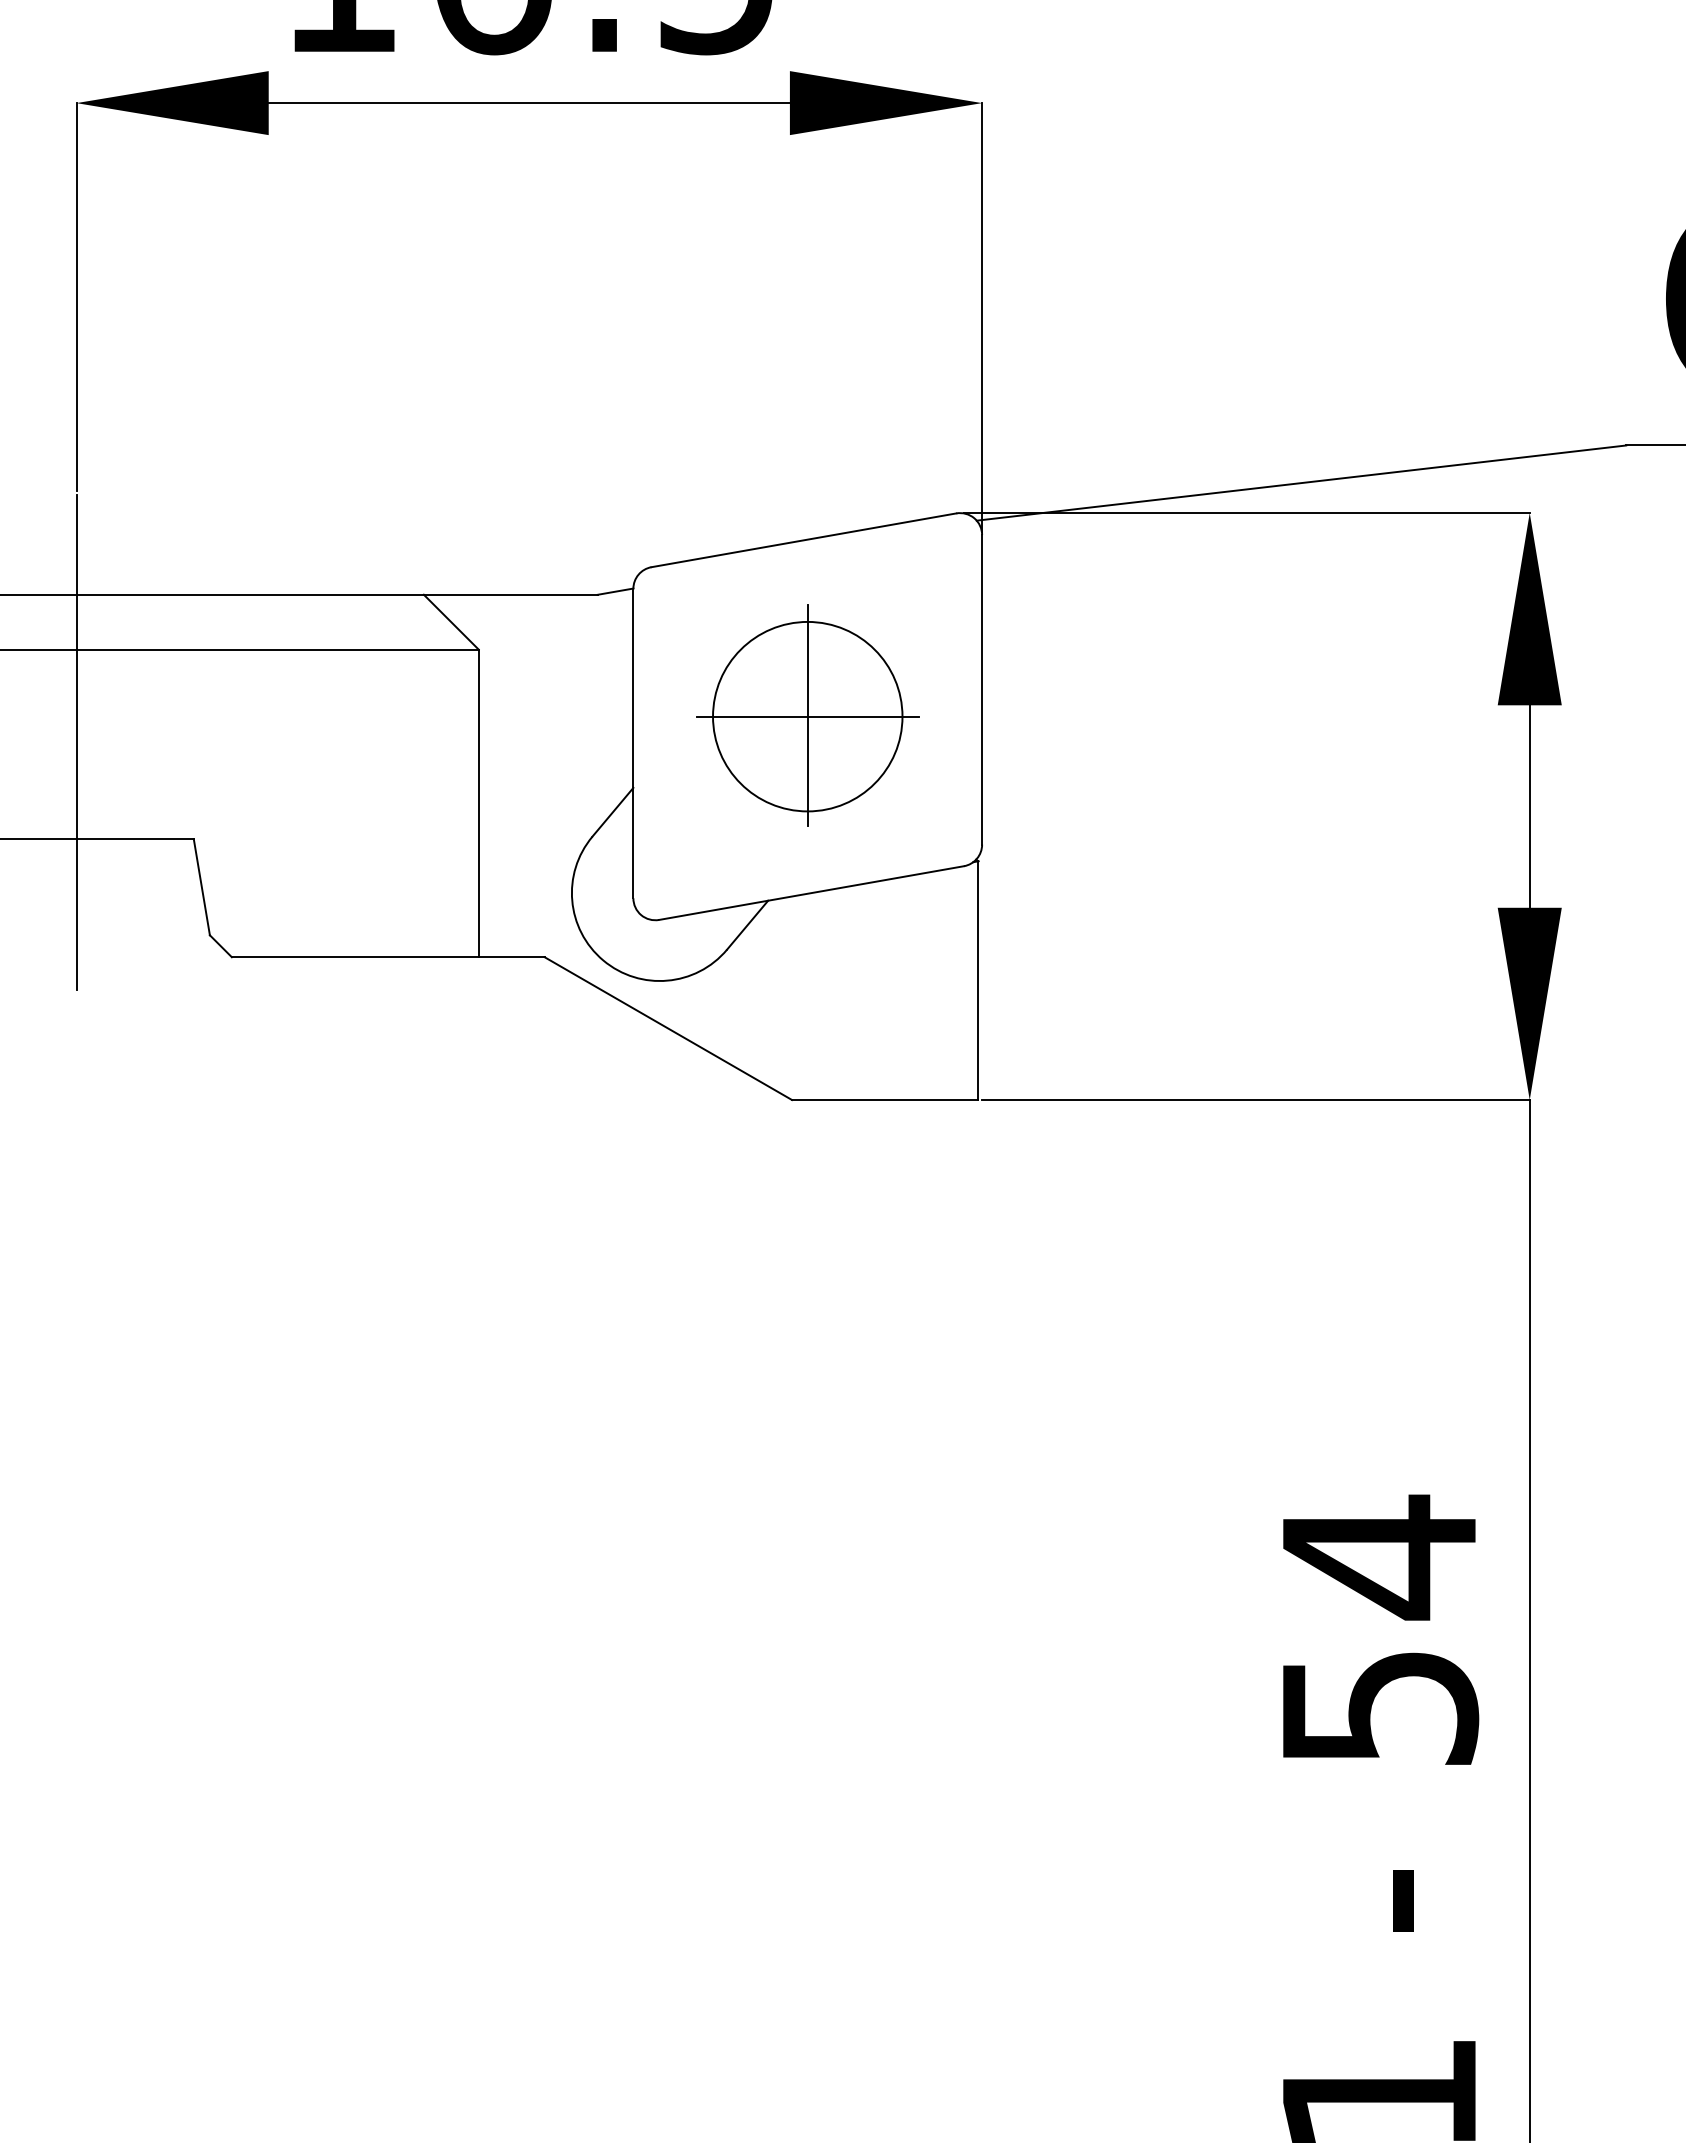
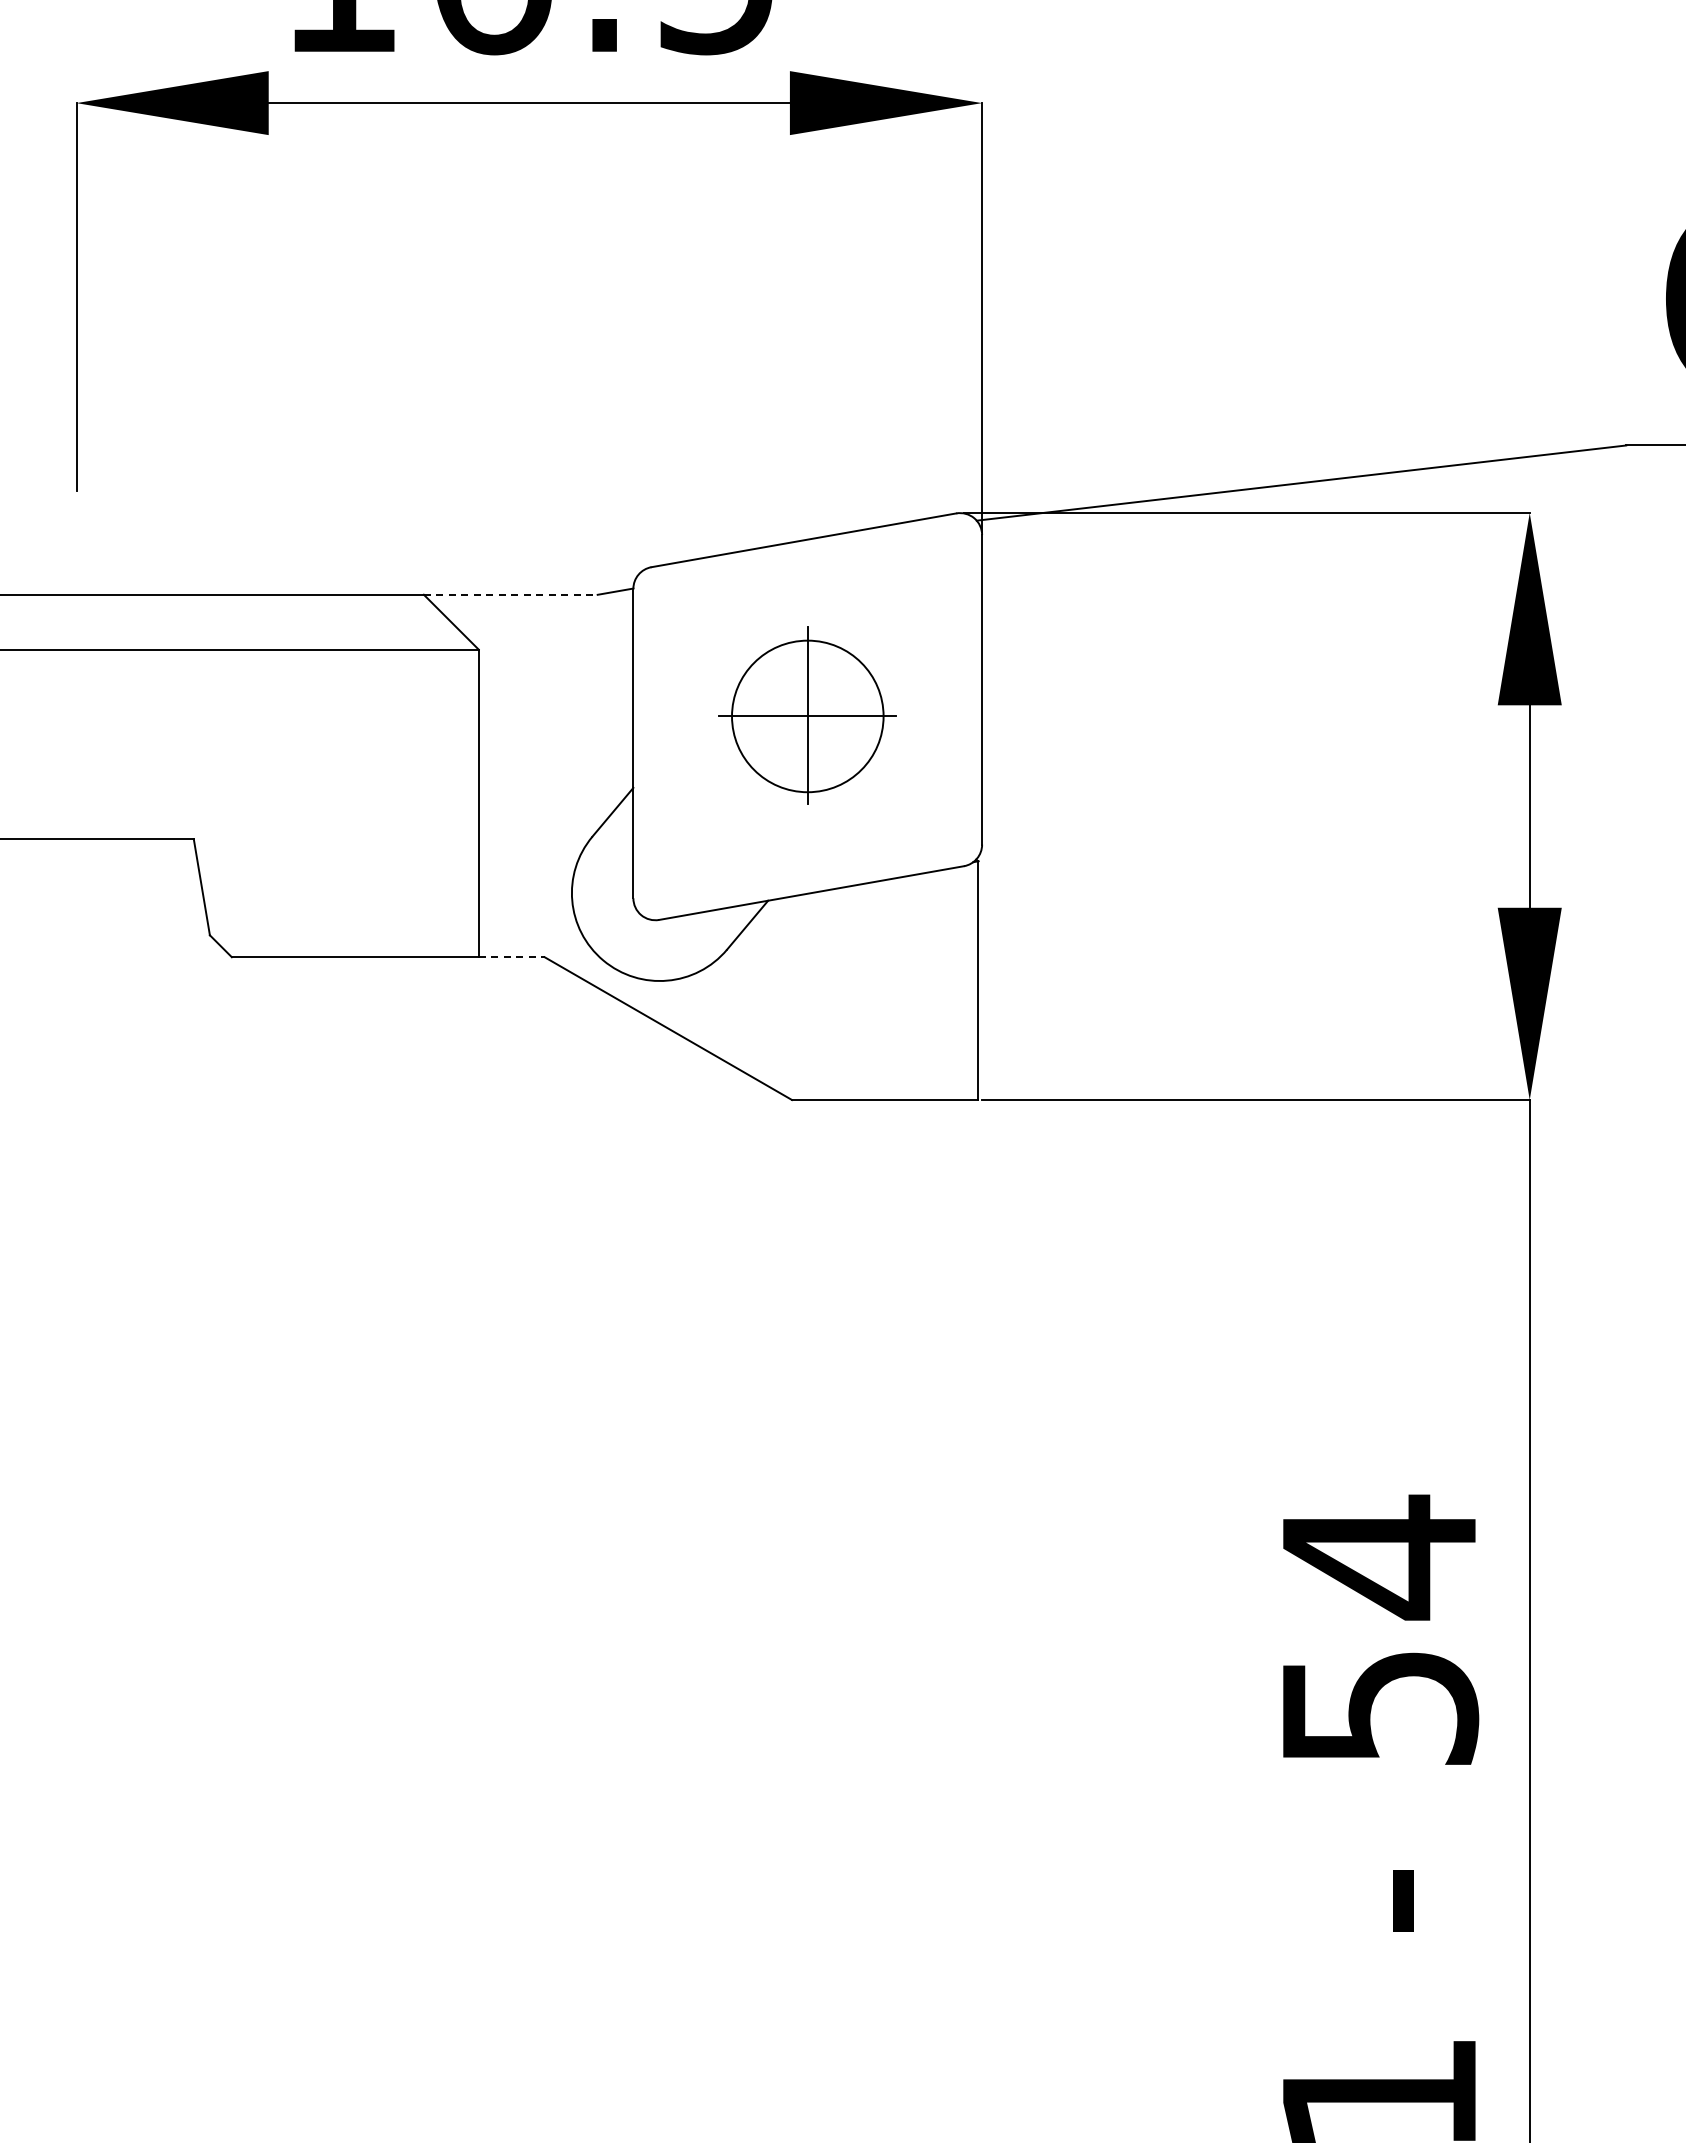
line at (510, 594): solid -> dashed
part at (807, 715) size: 224x223 px -> 179x179 px
line at (76, 741): present -> none
line at (511, 957): solid -> dashed
